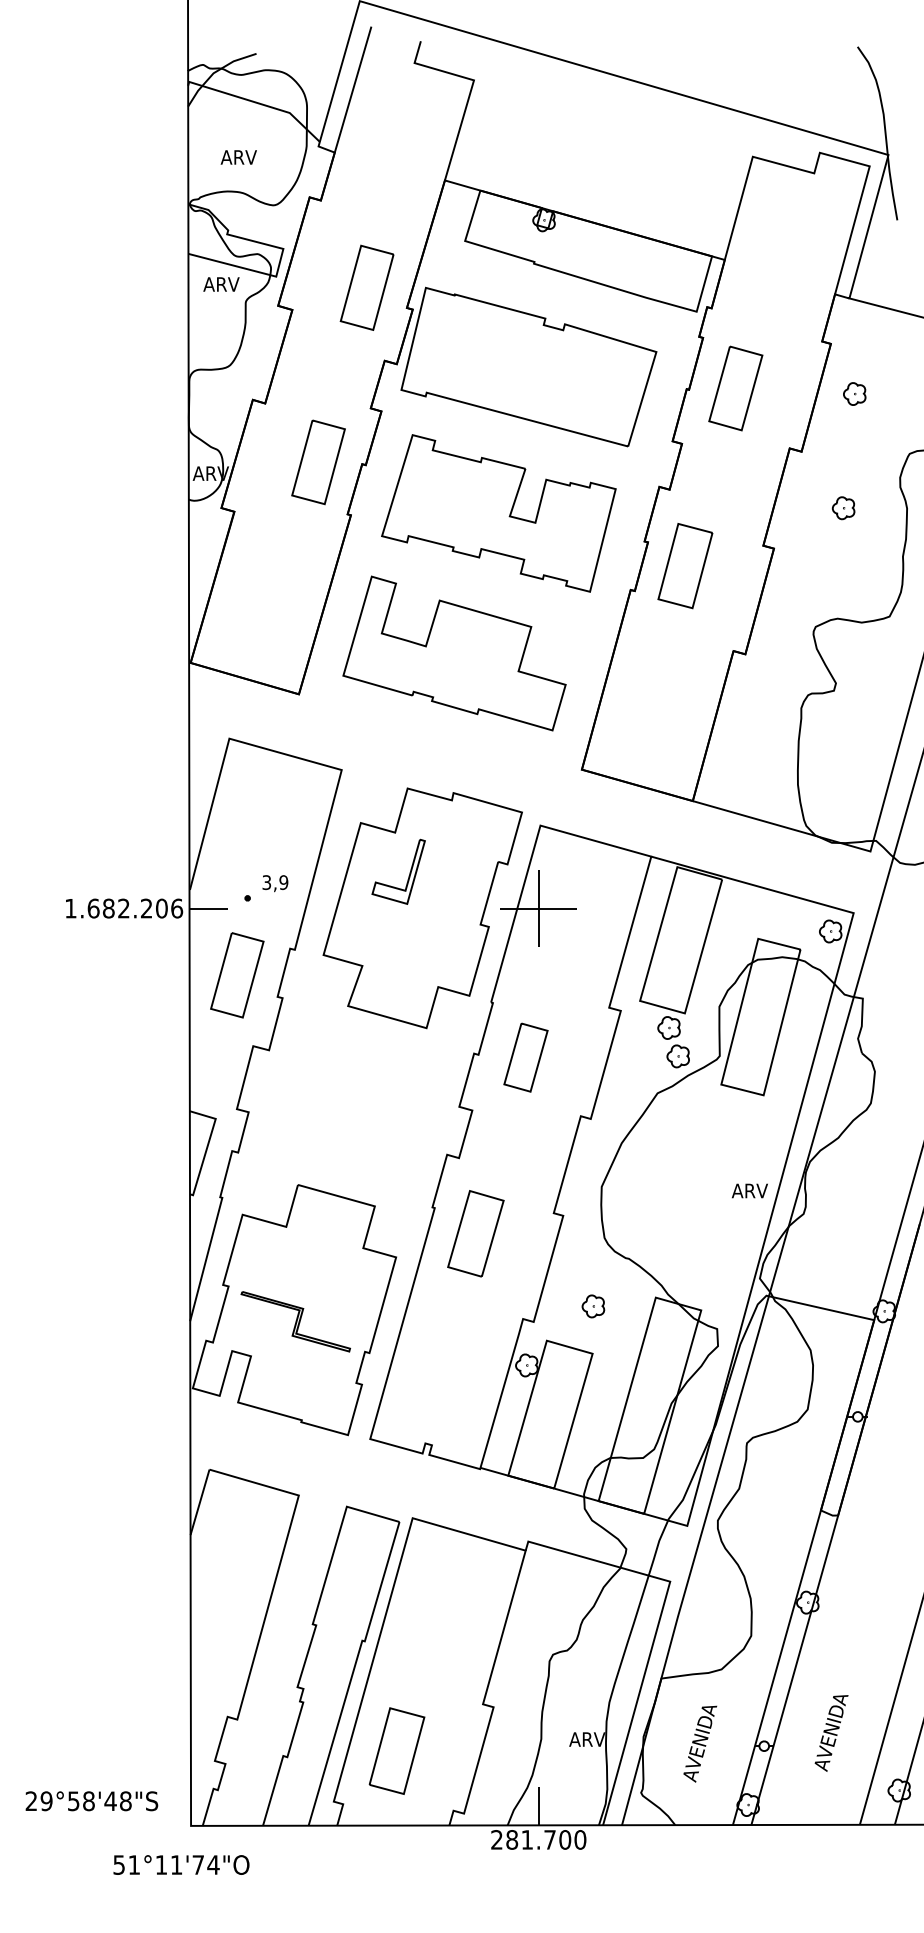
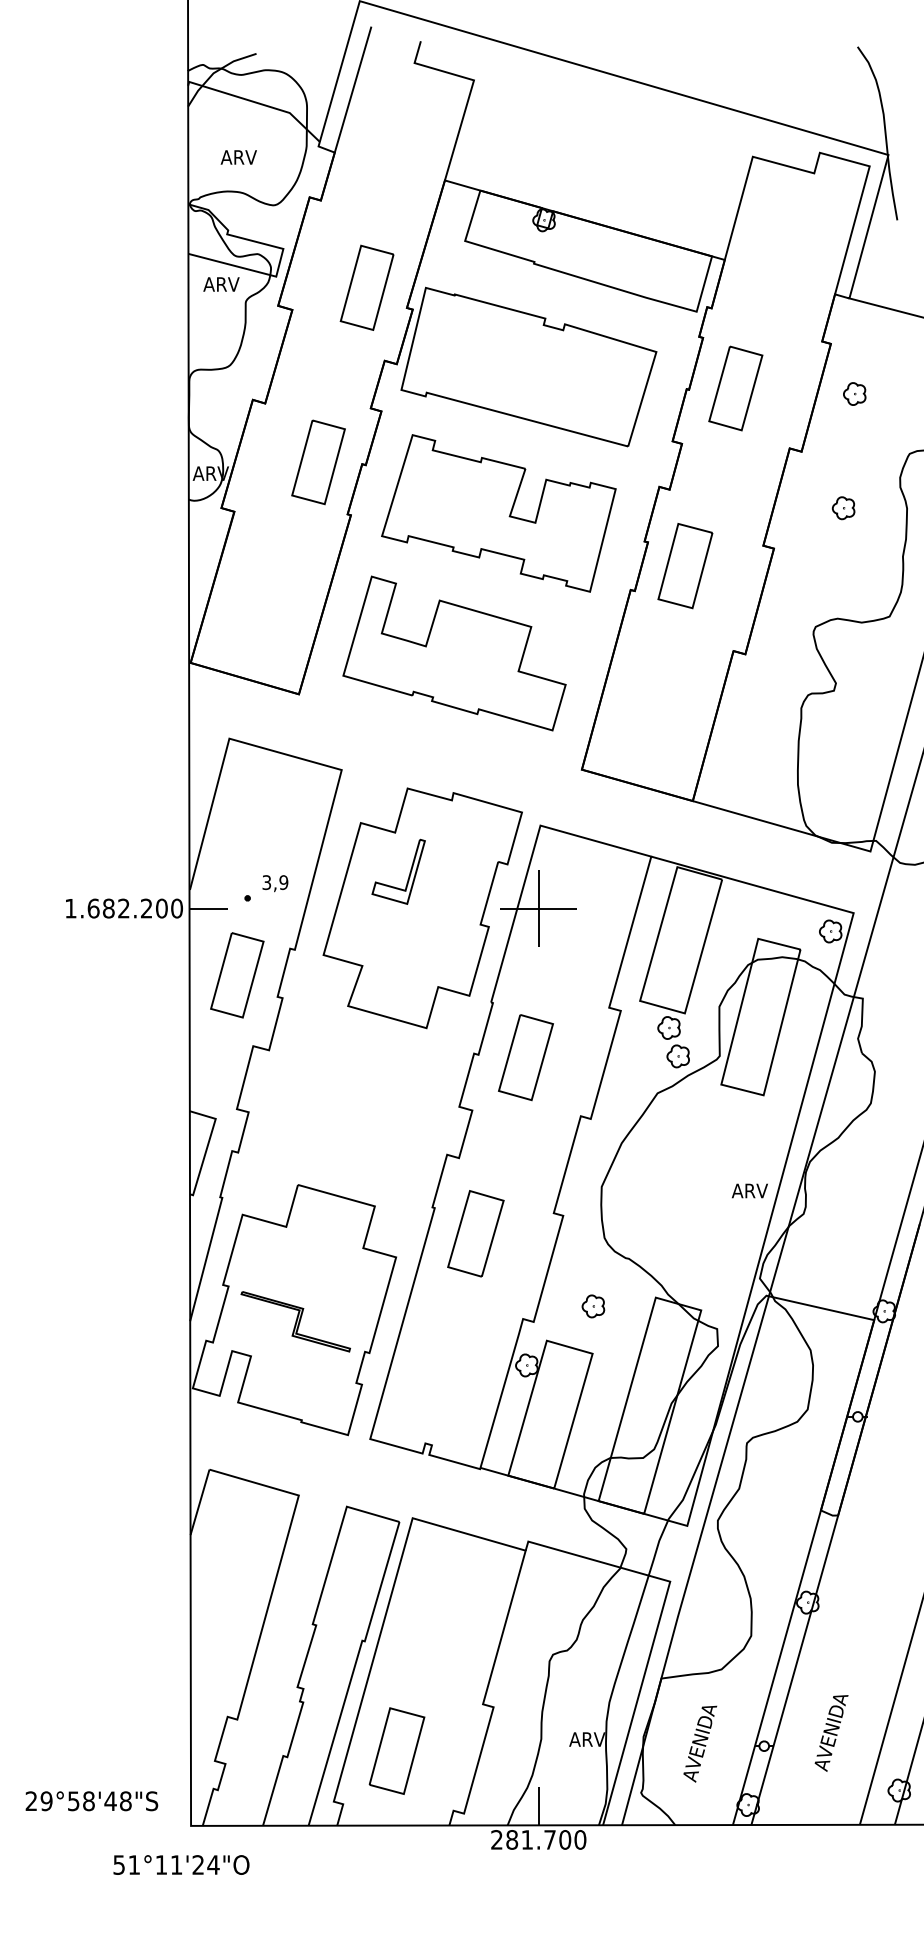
text at (177, 908): 1.682.206 -> 1.682.200
part at (525, 1057) size: 46x71 px -> 56x88 px
text at (197, 1864): 51°11'74"O -> 51°11'24"O
